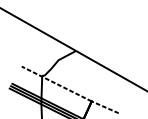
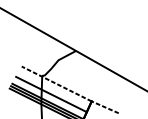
line at (51, 94): none -> present
